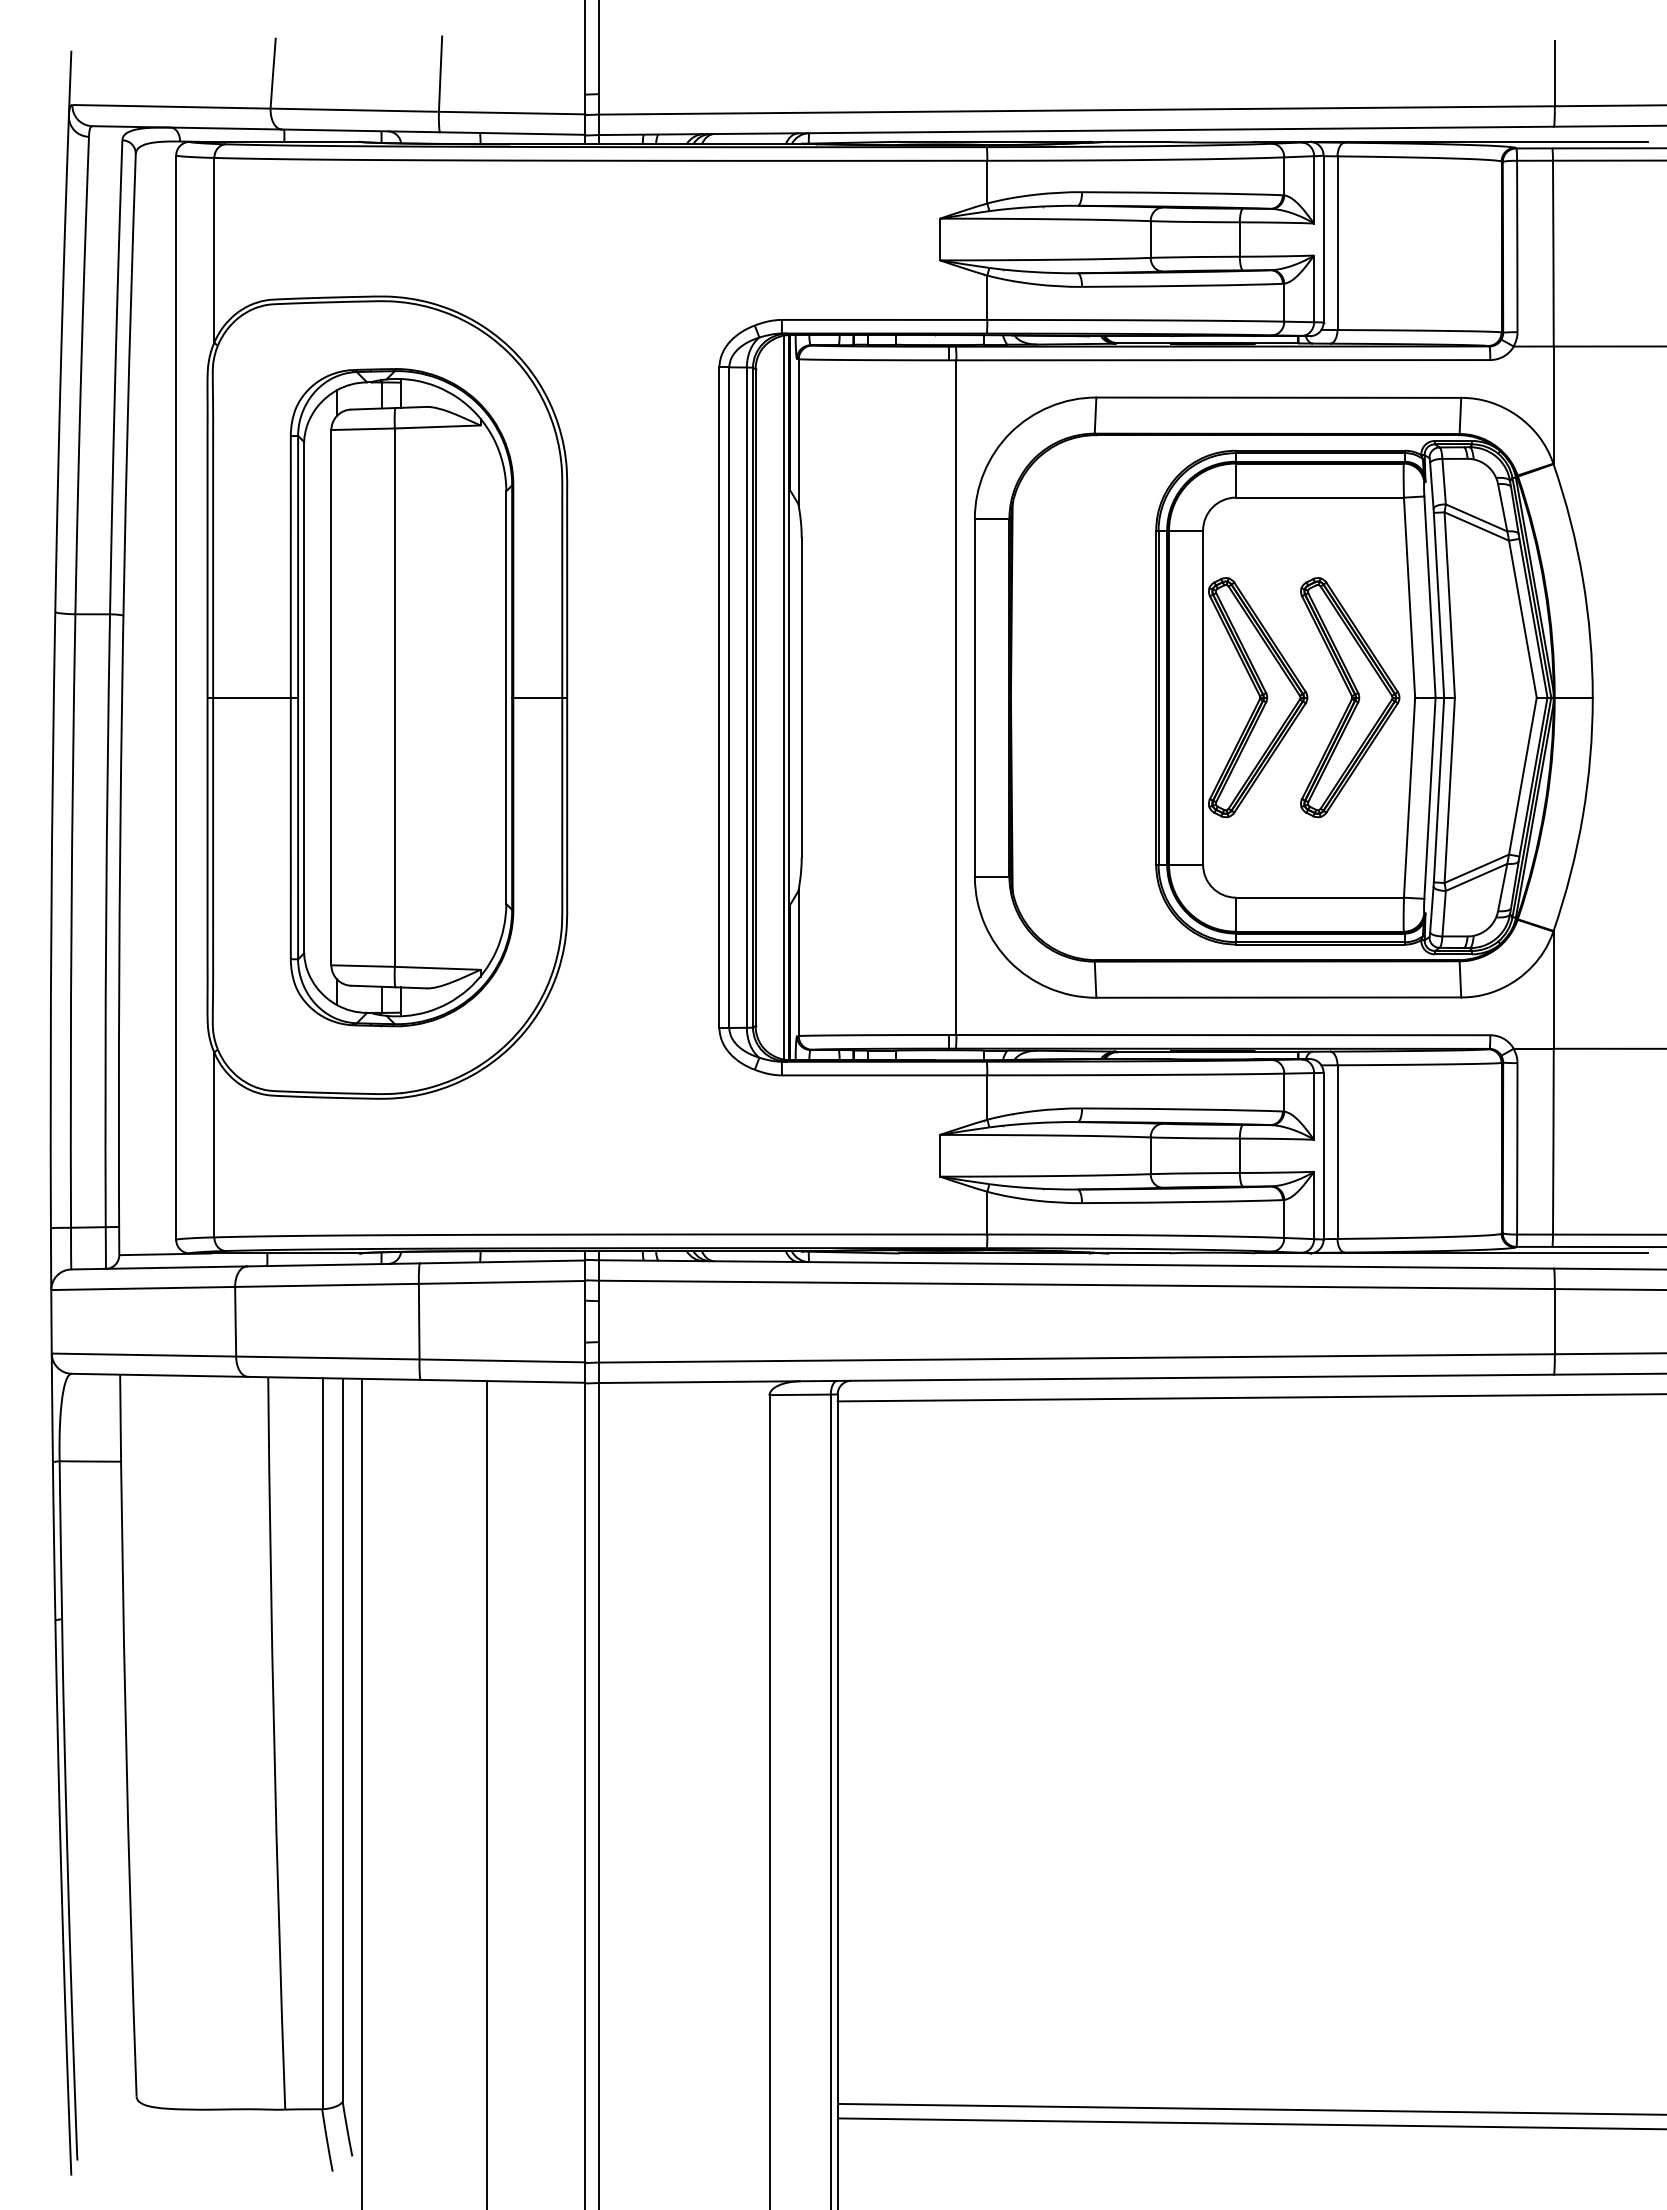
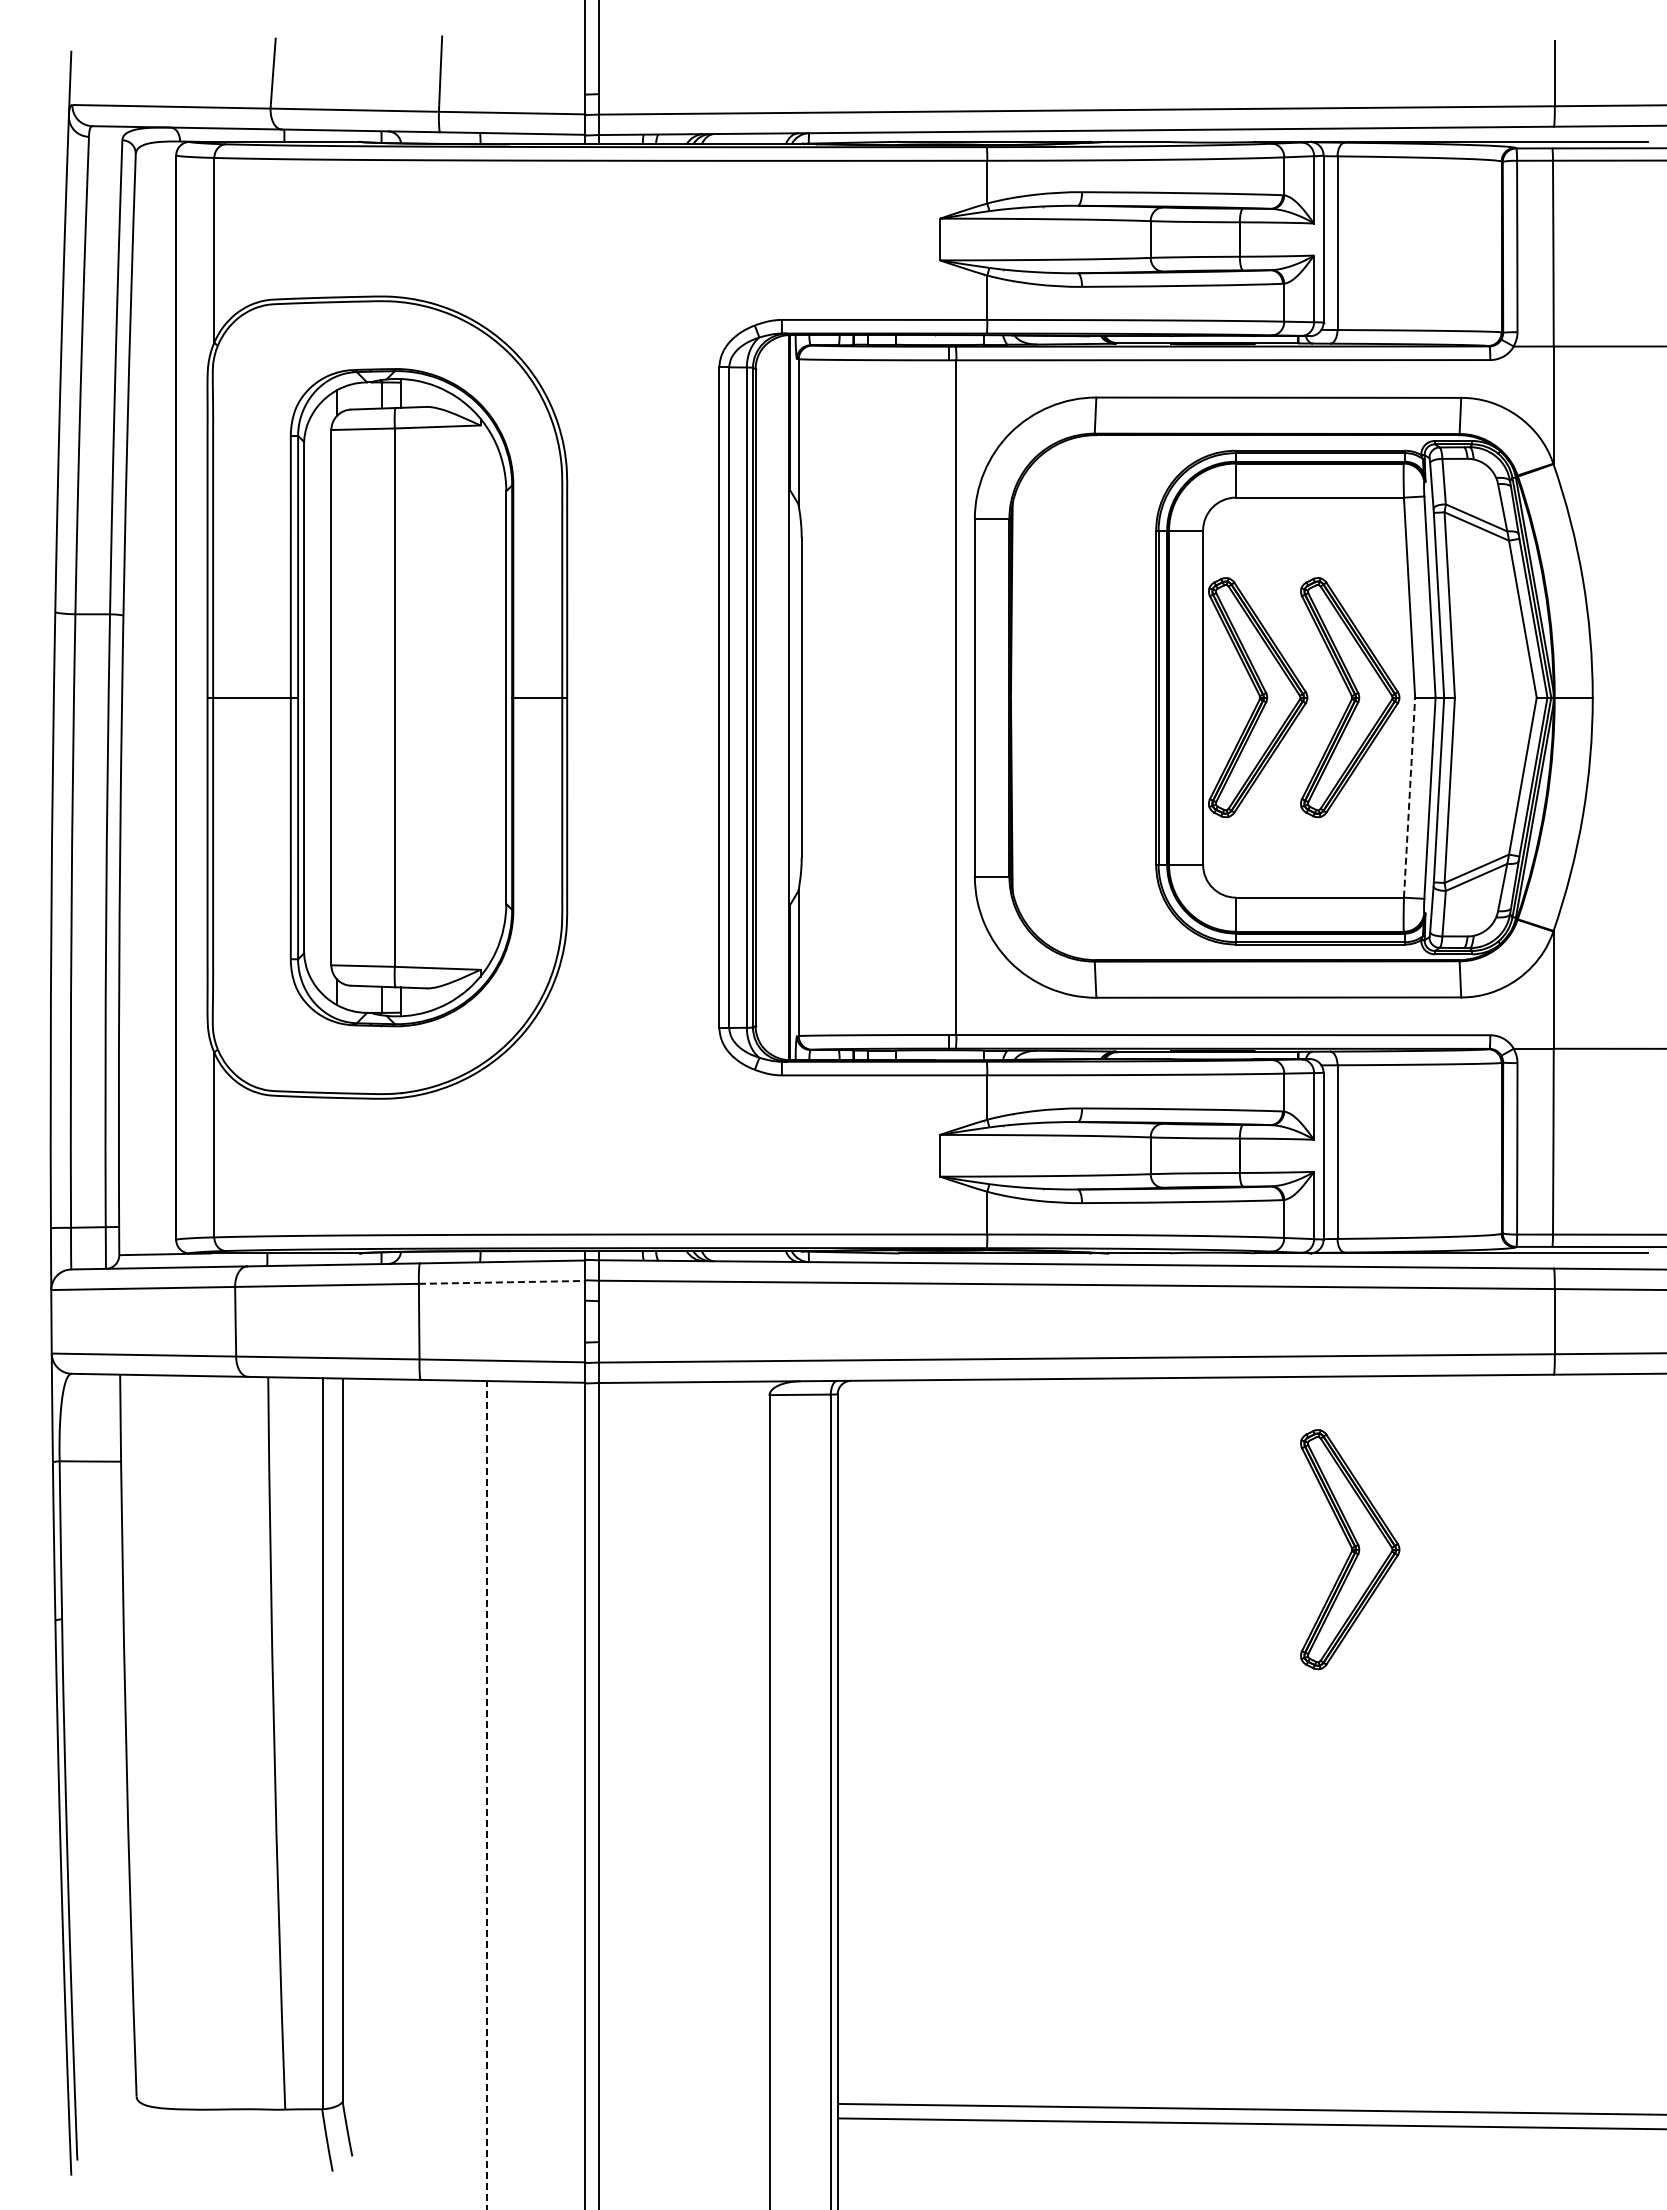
line at (784, 697): present -> none
line at (1409, 797): solid -> dashed
line at (502, 1282): solid -> dashed
line at (1250, 1397): present -> none
part at (1350, 1549): none -> present
line at (362, 1792): present -> none
line at (487, 1794): solid -> dashed
